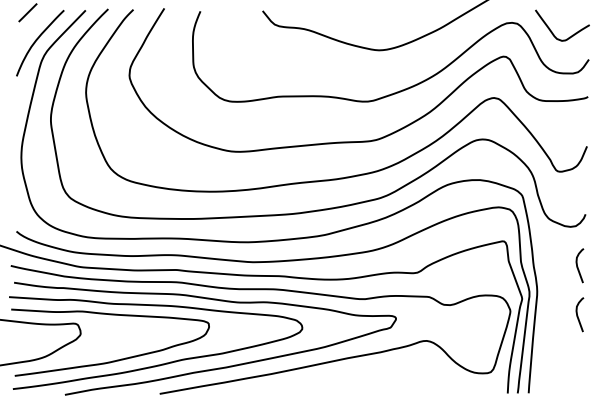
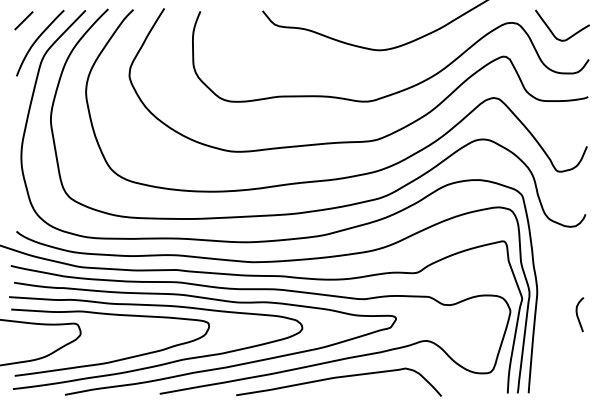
line at (27, 12) position: (27, 12) -> (23, 20)
curve at (578, 266): present -> none
curve at (338, 378): none -> present
